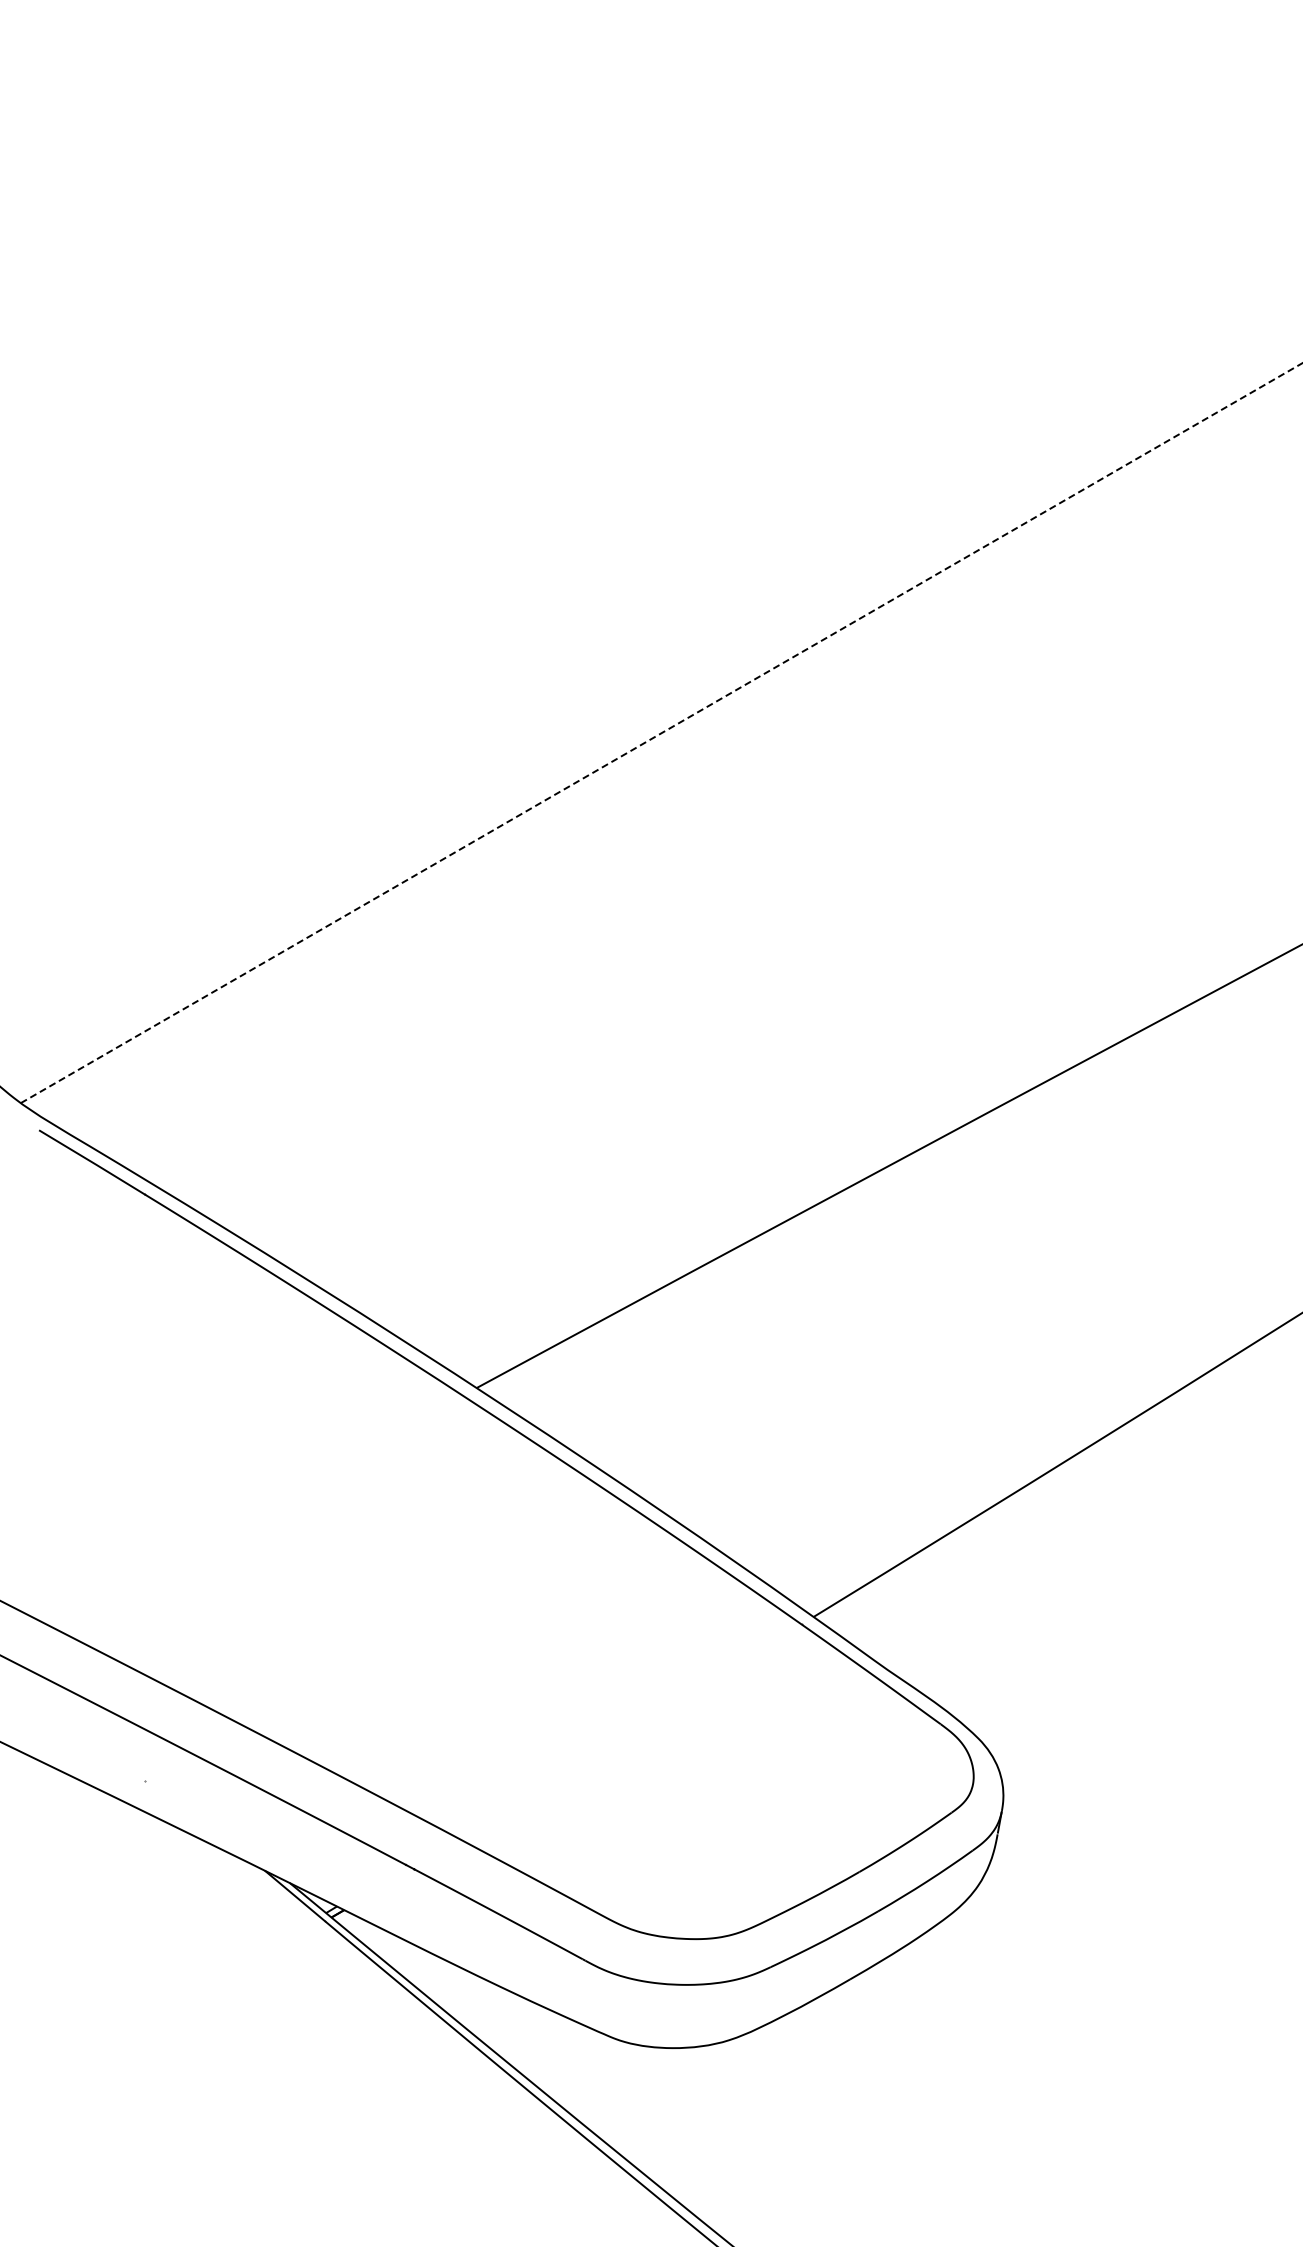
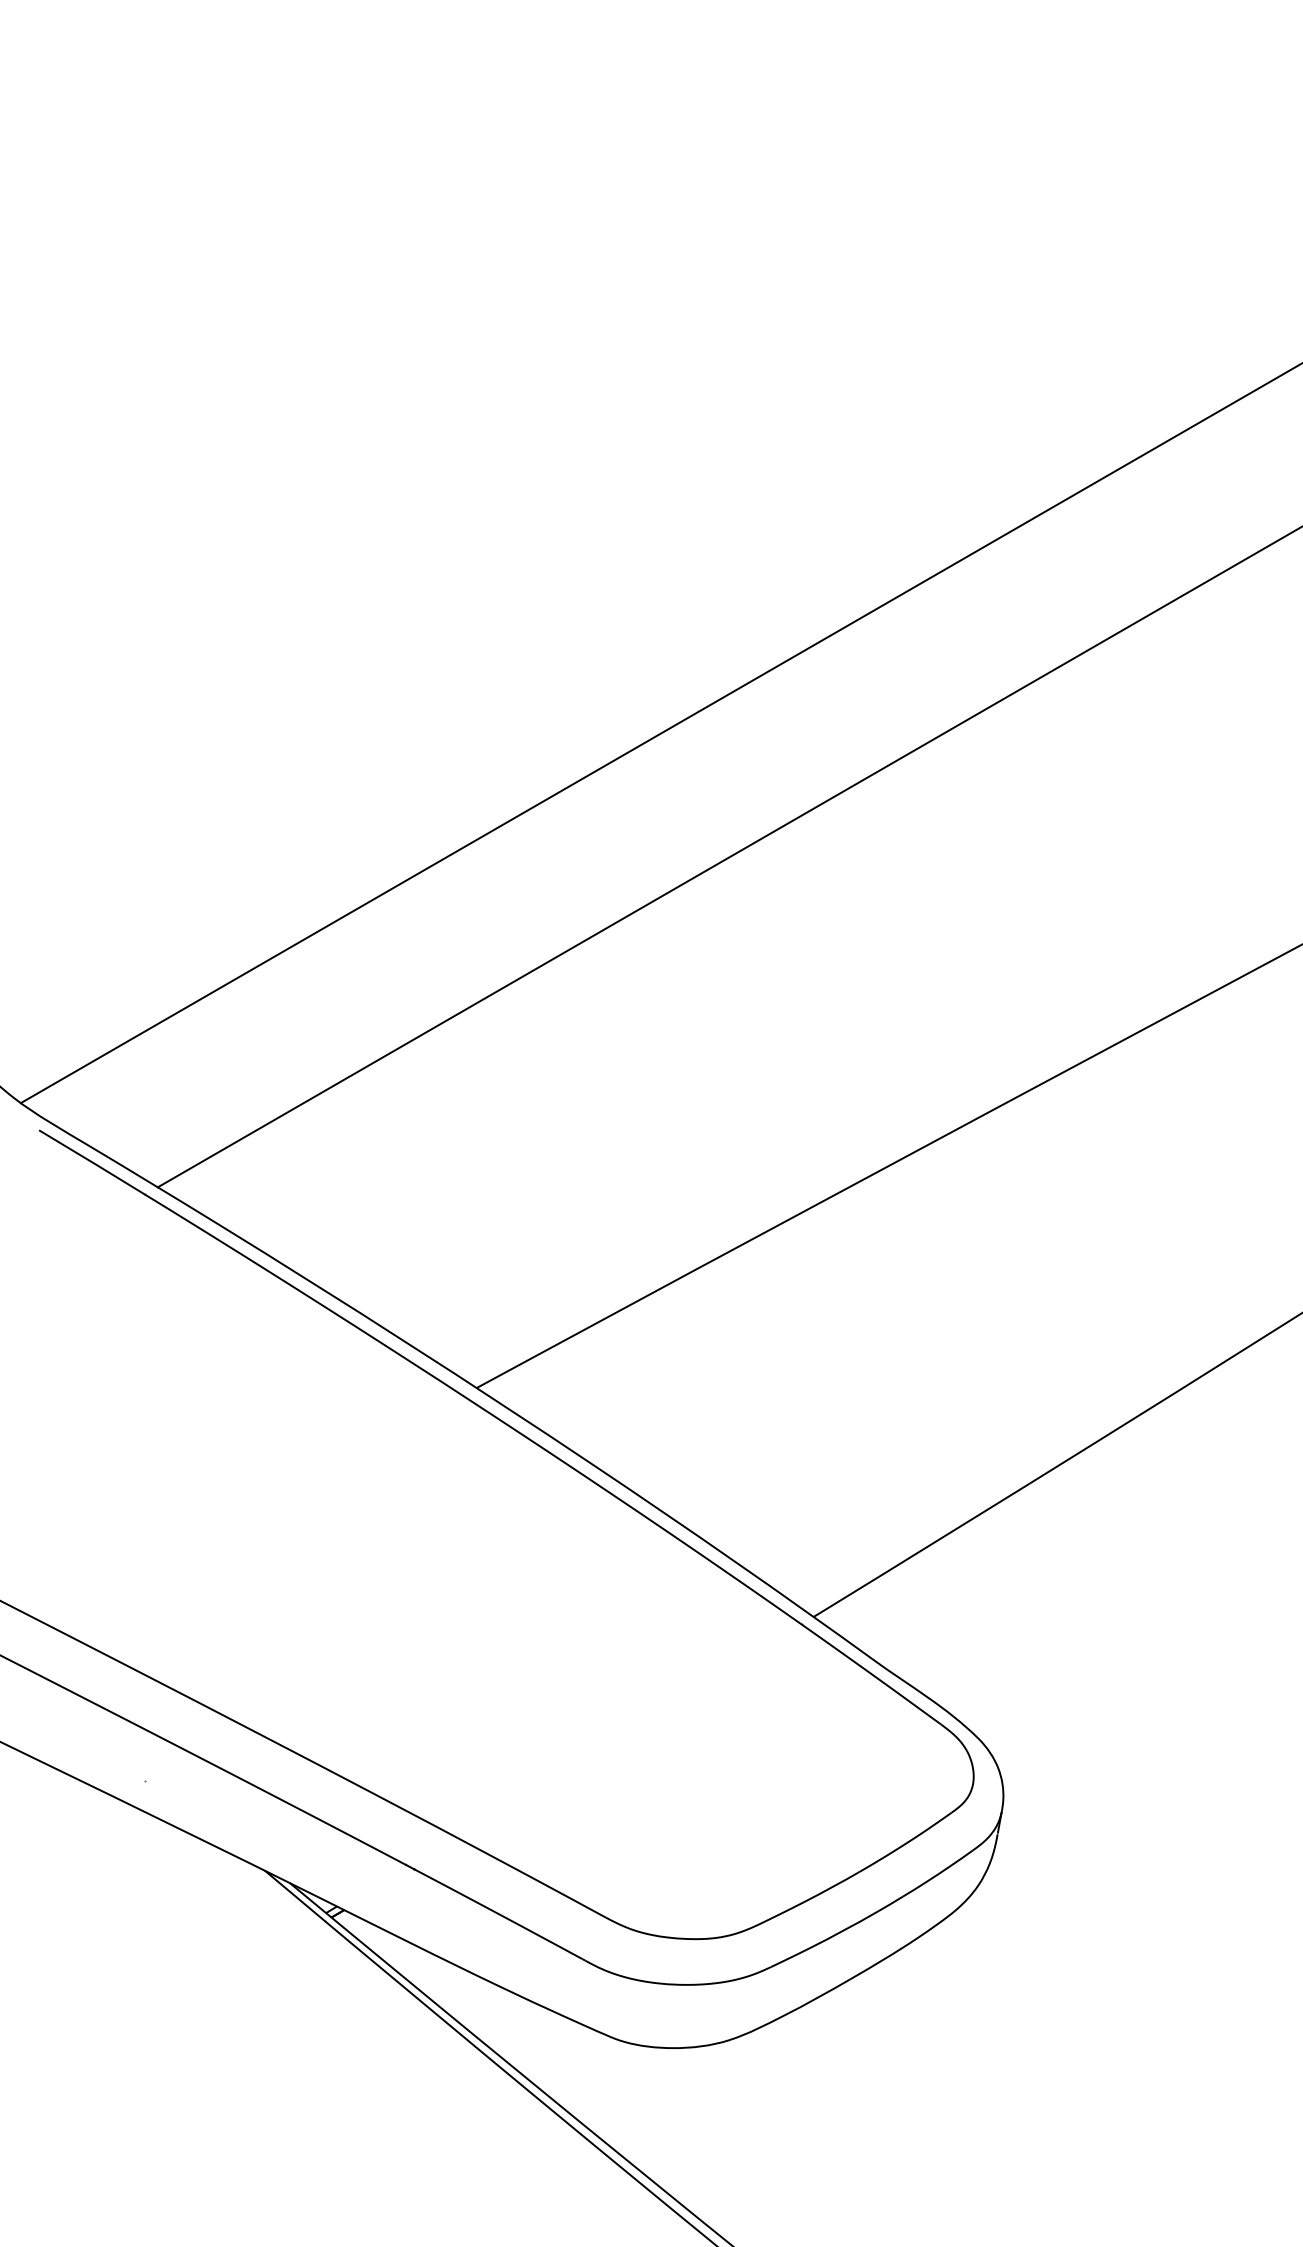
line at (661, 733): dashed -> solid
line at (728, 857): none -> present
